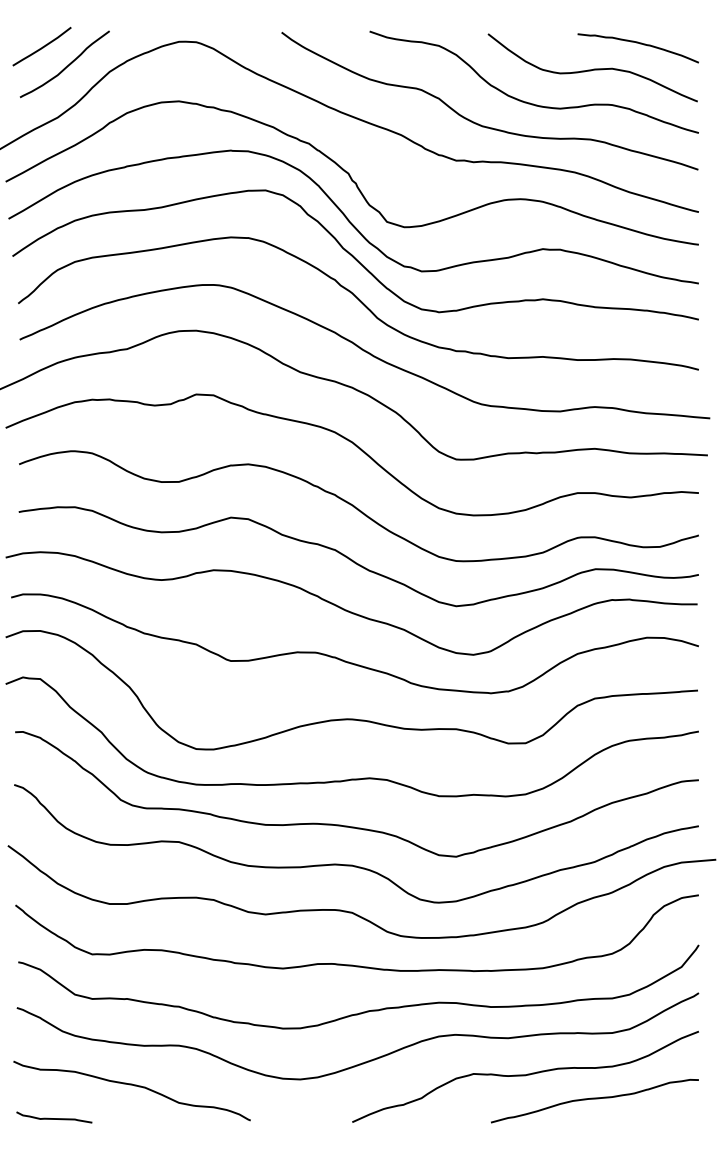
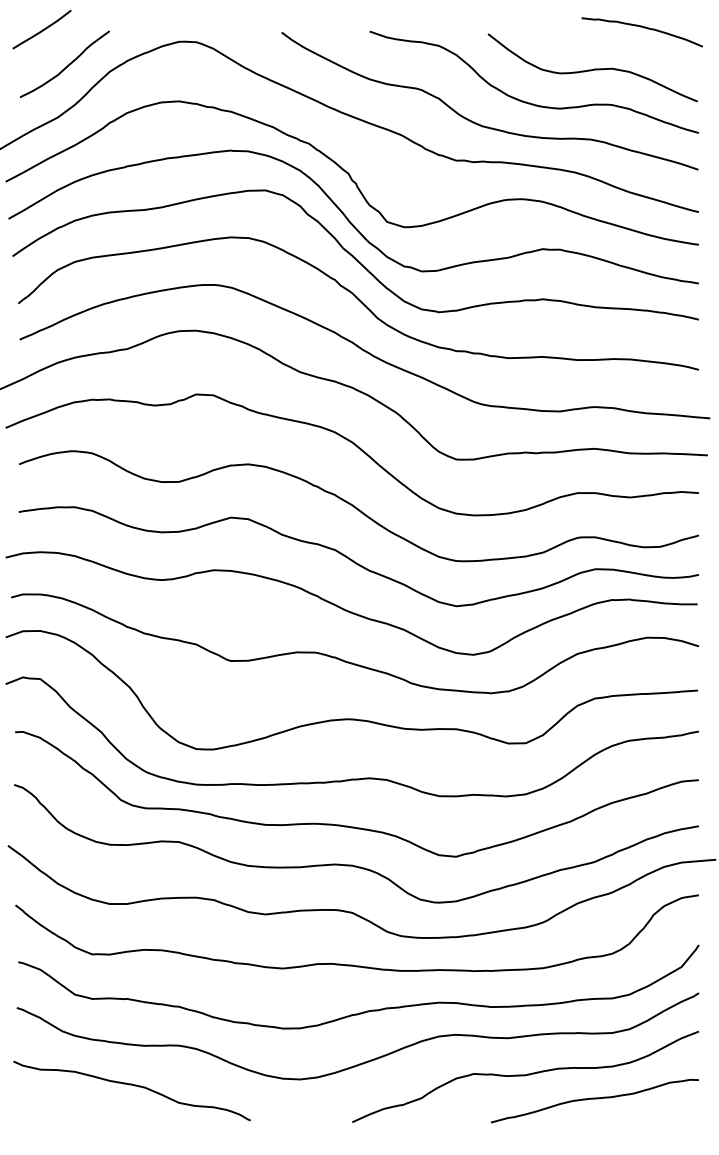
curve at (637, 43) position: (637, 43) -> (641, 27)
curve at (42, 46) position: (42, 46) -> (42, 29)
curve at (54, 1118): present -> none
